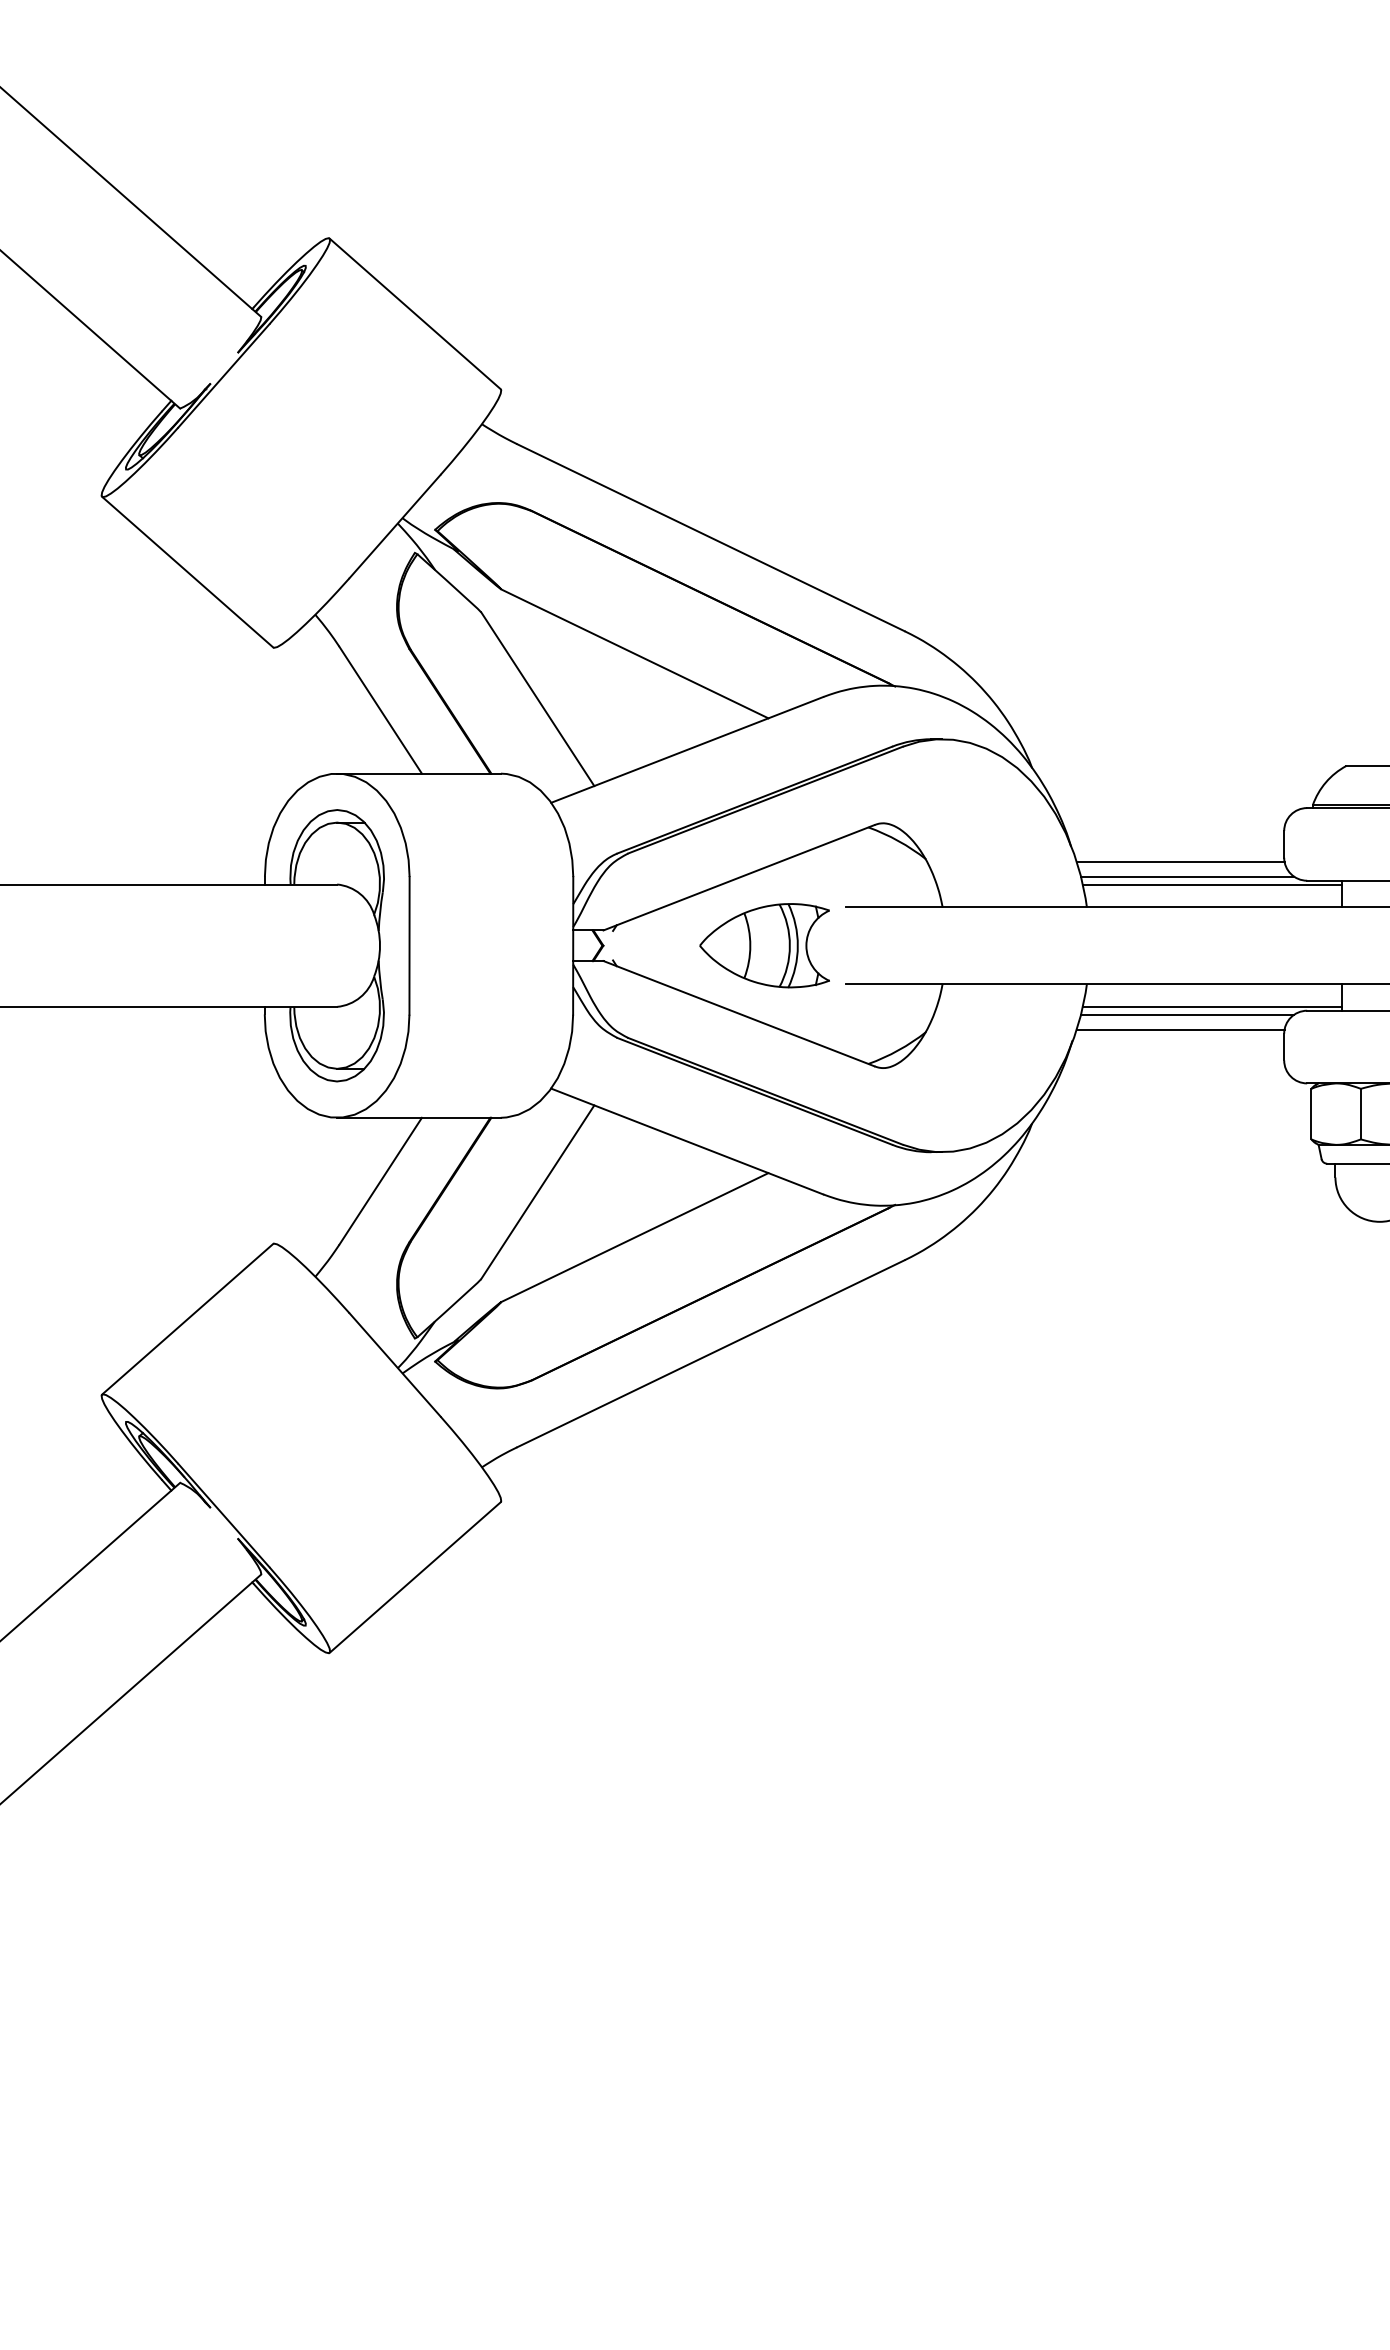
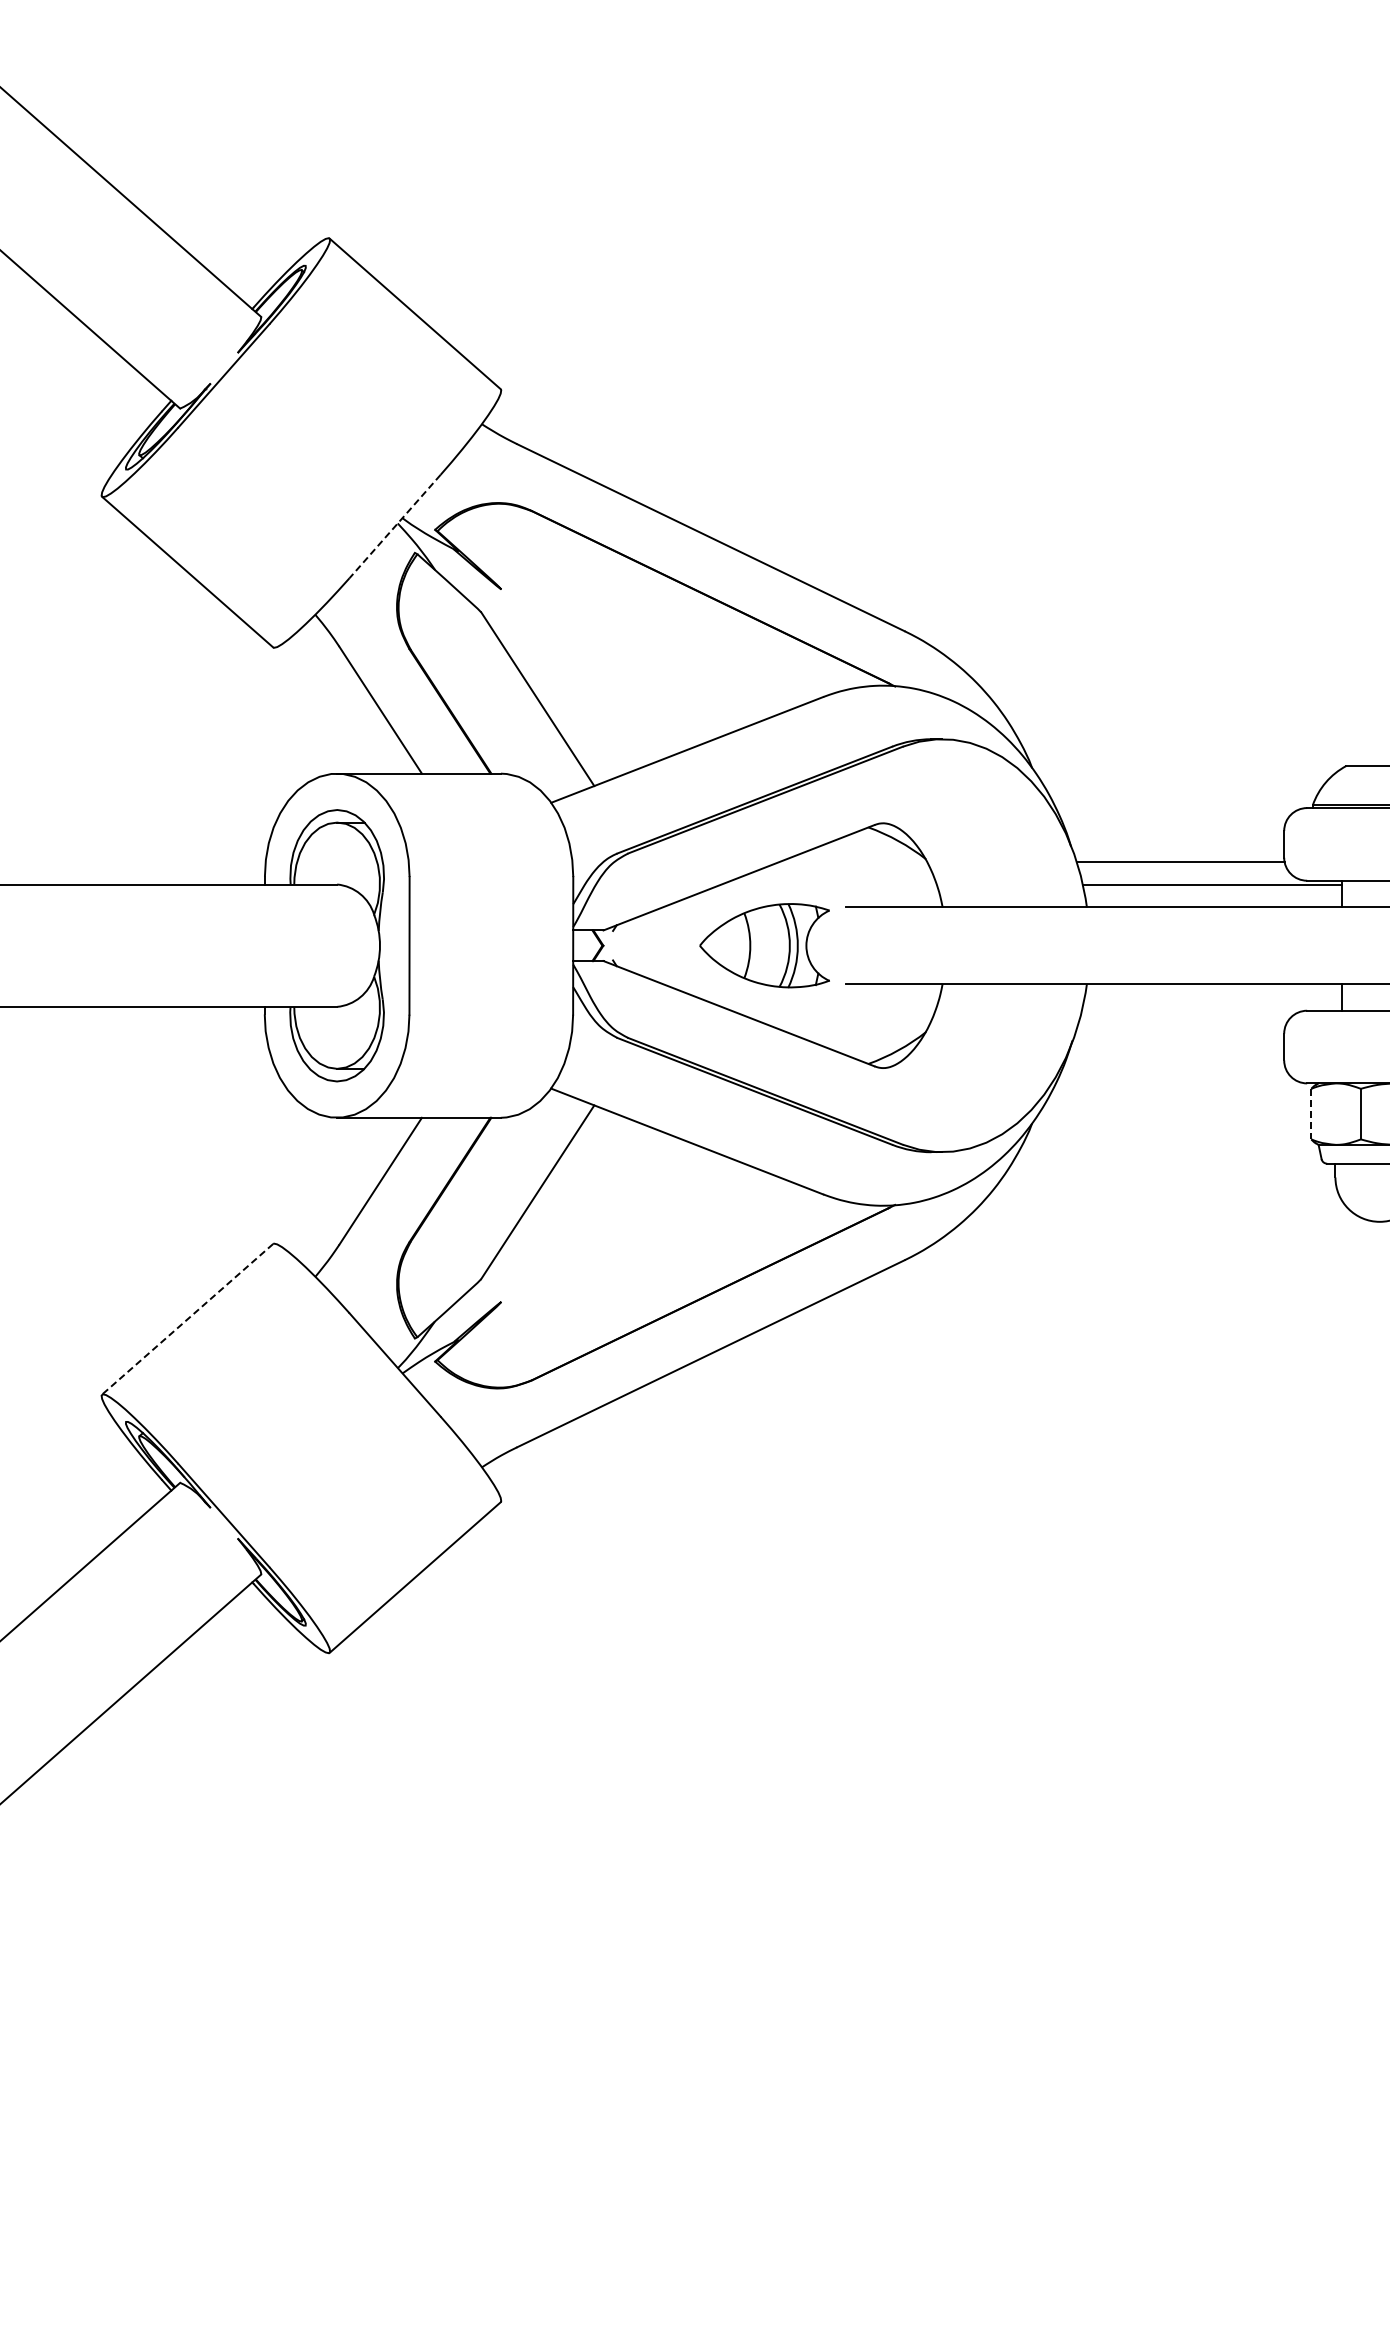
line at (395, 526): solid -> dashed
line at (634, 653): present -> none
line at (1187, 876): present -> none
line at (1211, 1006): present -> none
line at (1187, 1014): present -> none
line at (1180, 1029): present -> none
line at (1311, 1114): solid -> dashed
line at (634, 1237): present -> none
line at (187, 1319): solid -> dashed
